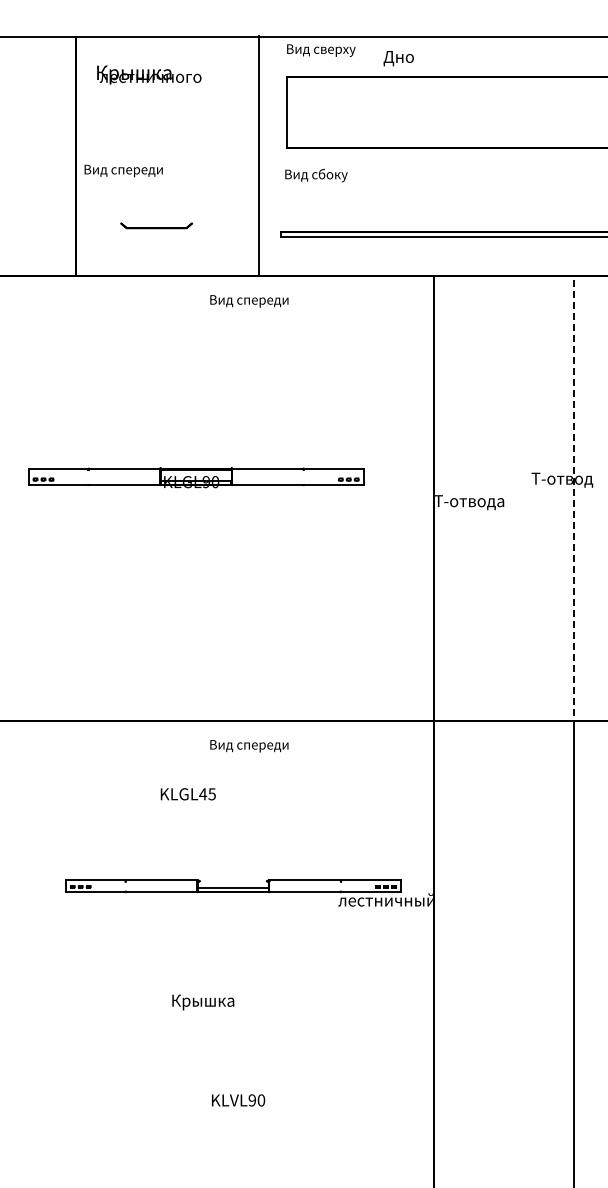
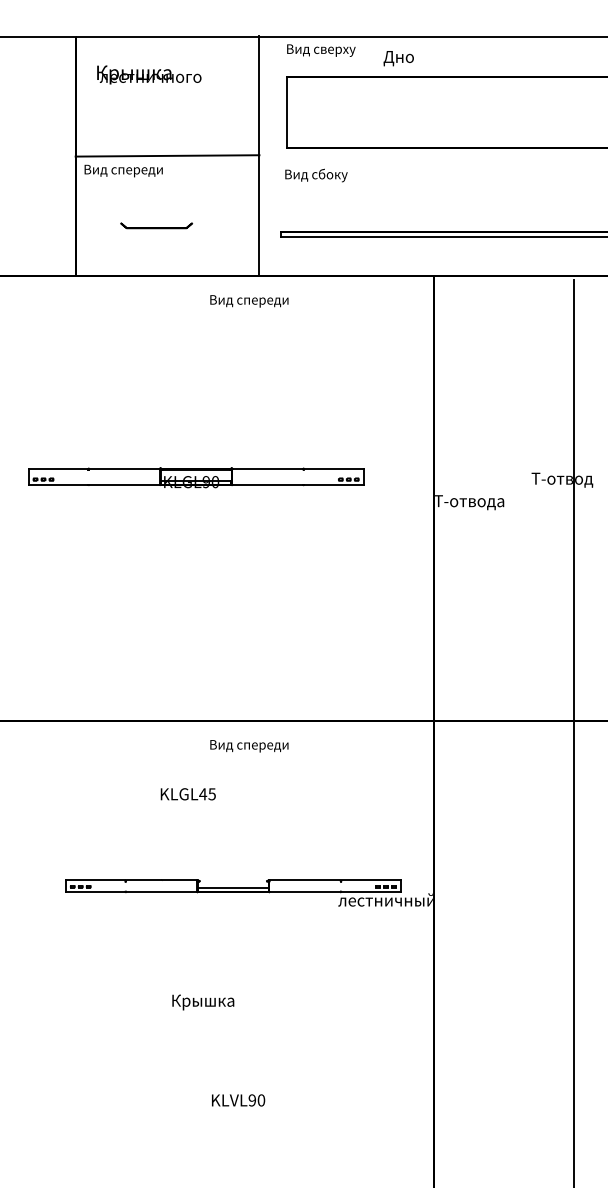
line at (167, 155): none -> present
line at (573, 500): dashed -> solid
